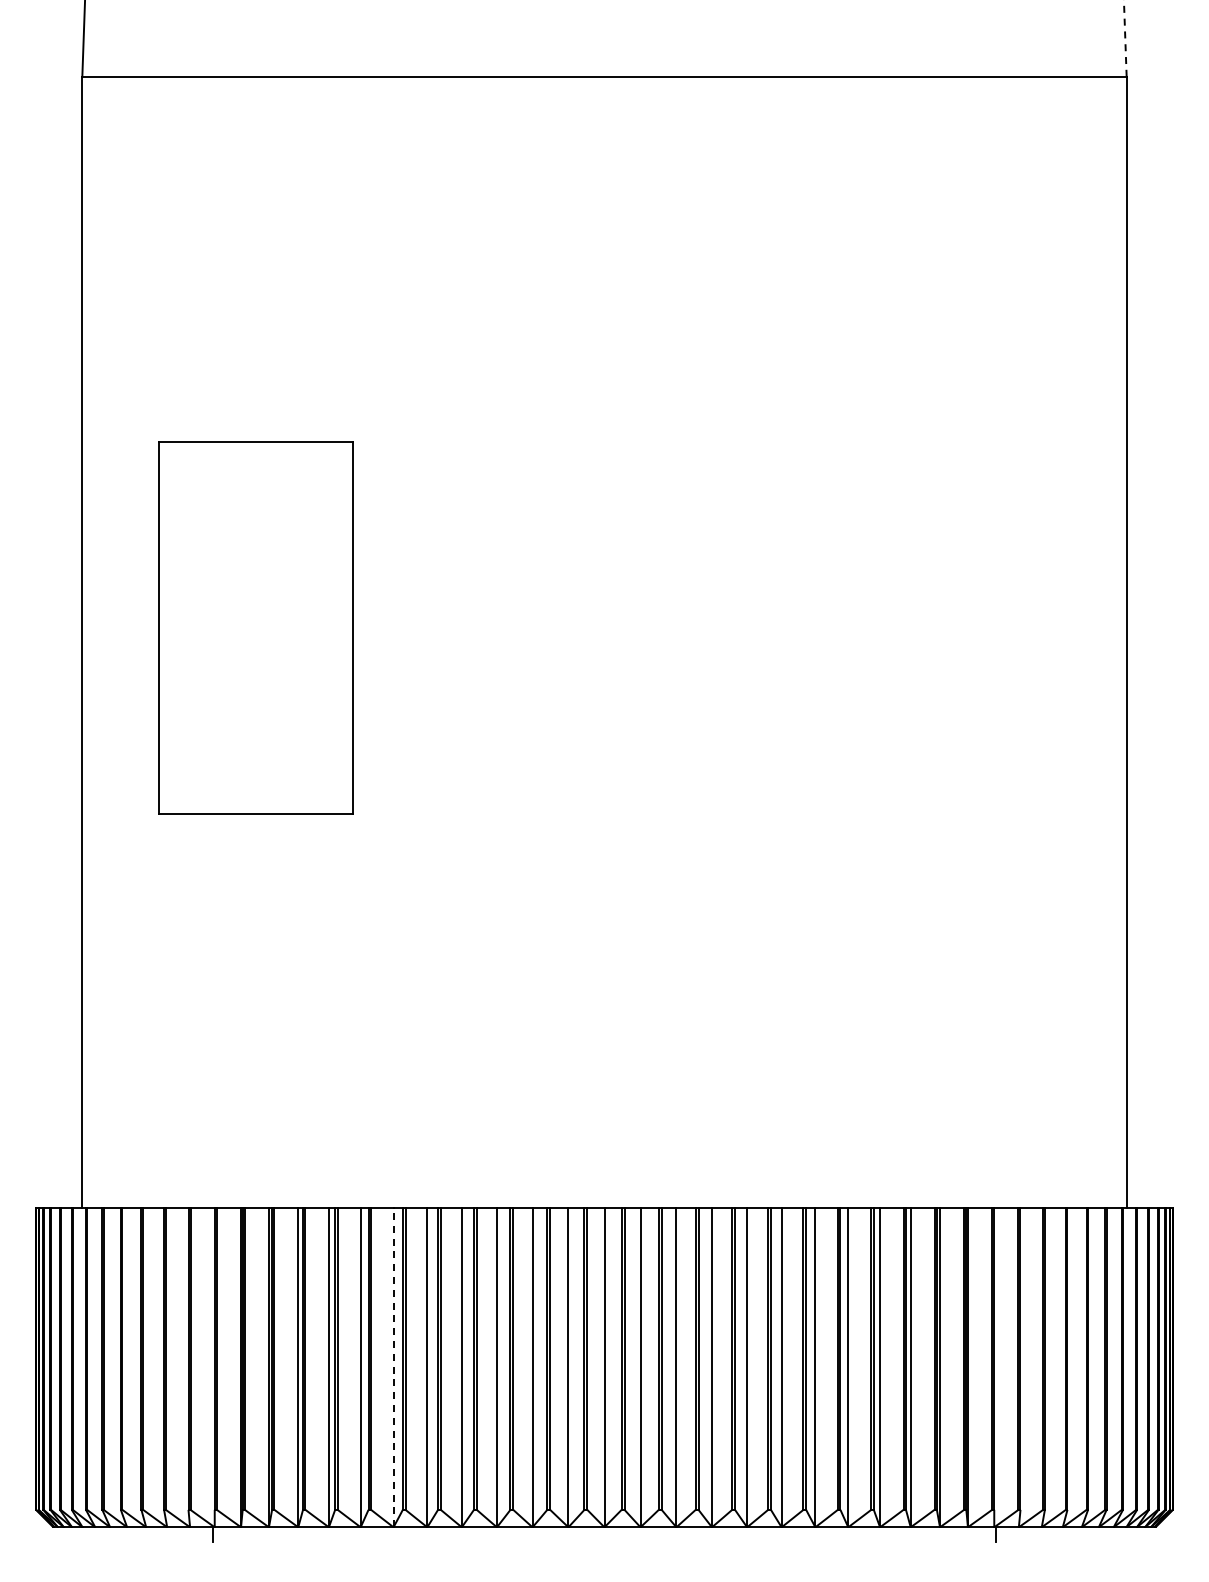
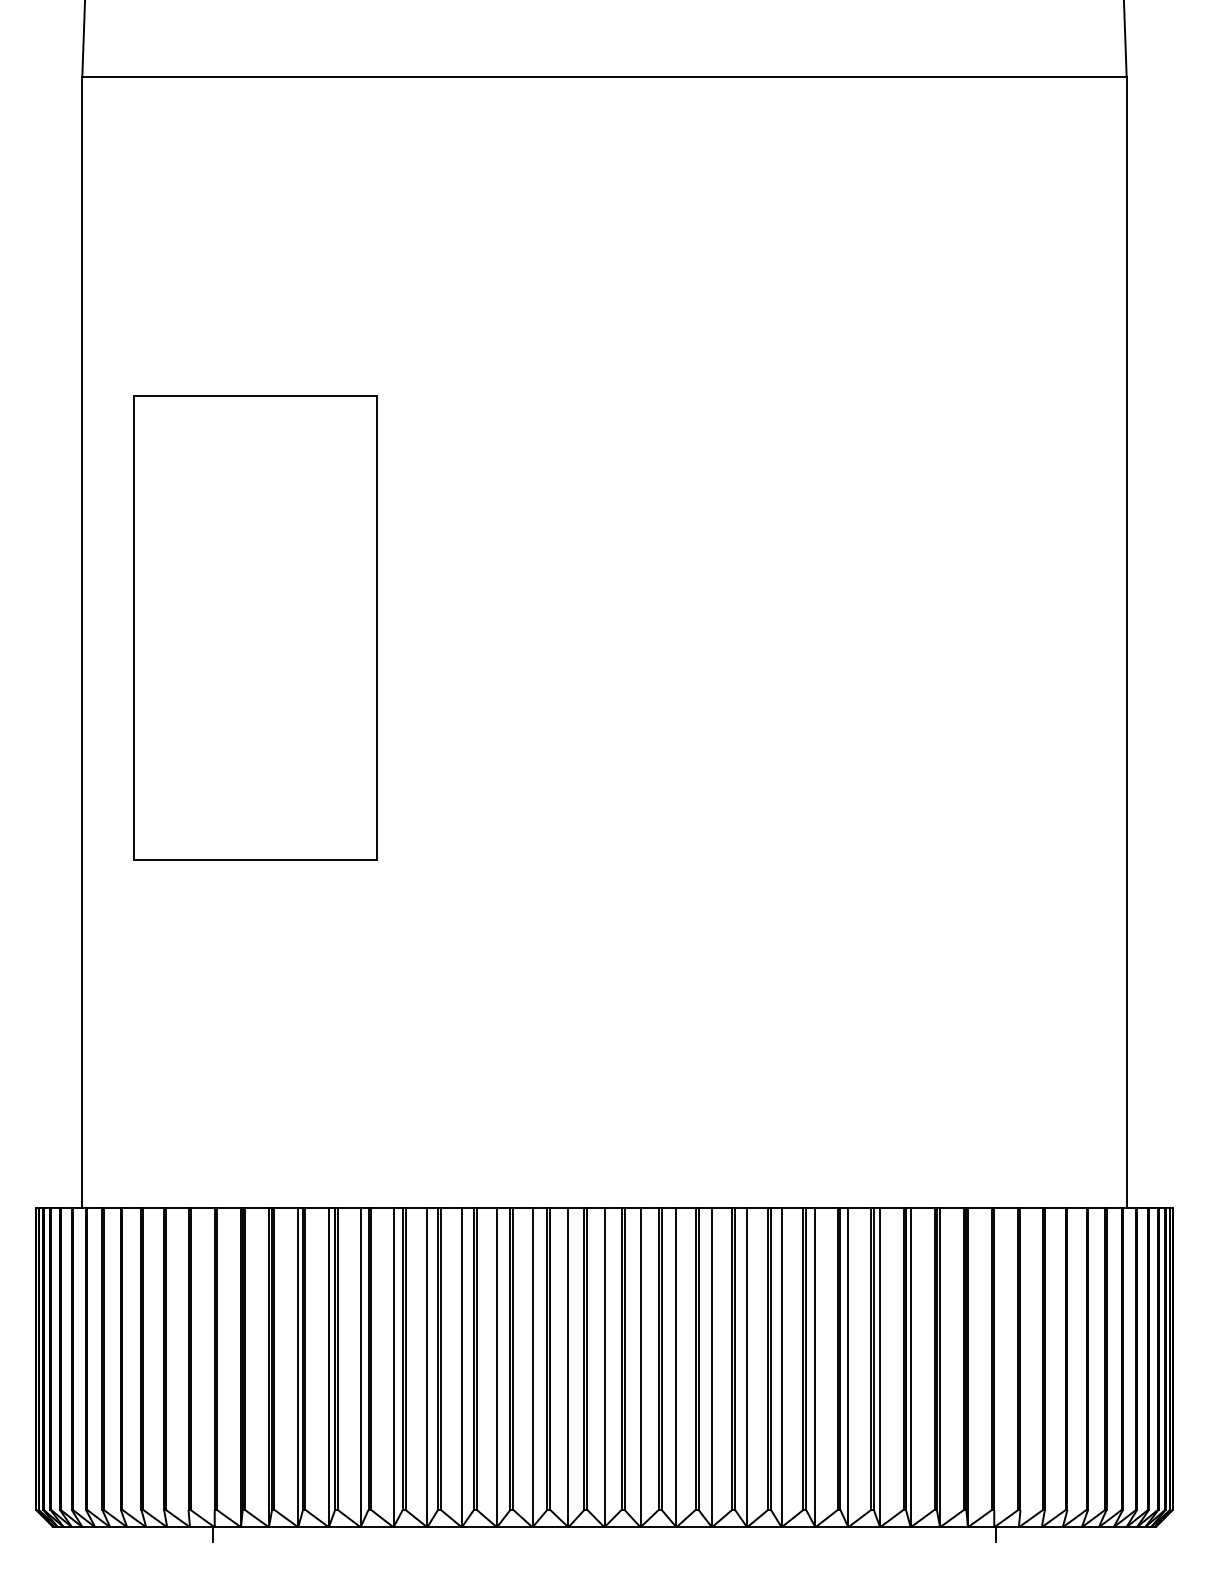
line at (1125, 38): dashed -> solid
part at (255, 627) size: 196x374 px -> 245x466 px
line at (393, 1367): dashed -> solid
